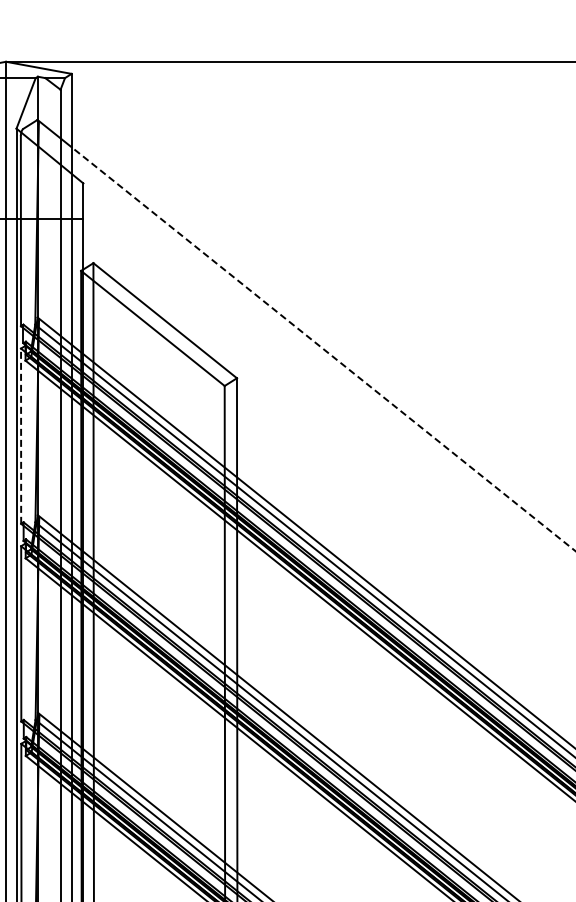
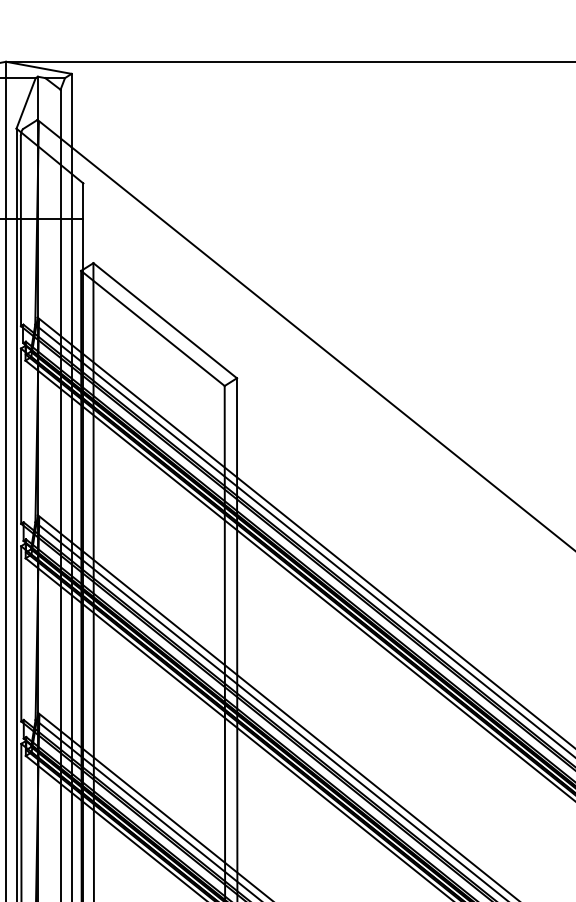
line at (323, 349): dashed -> solid
line at (21, 436): dashed -> solid
